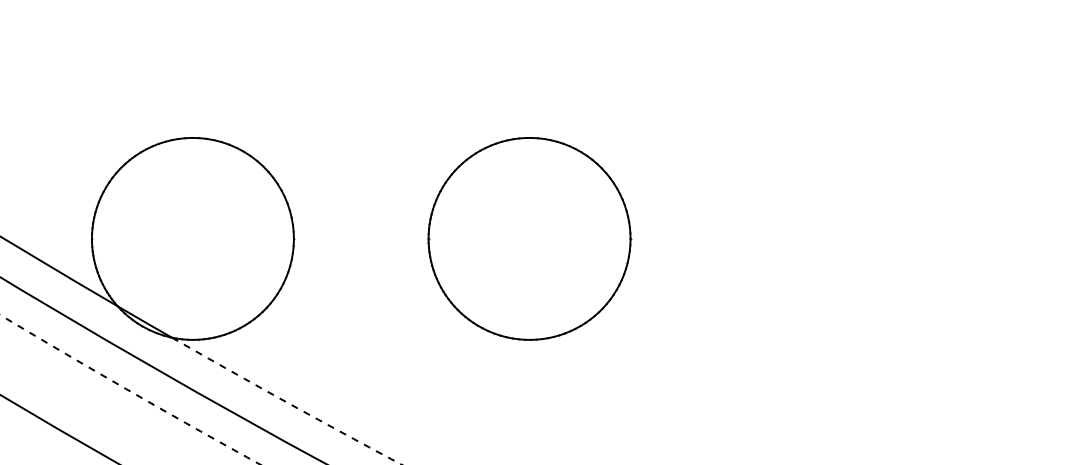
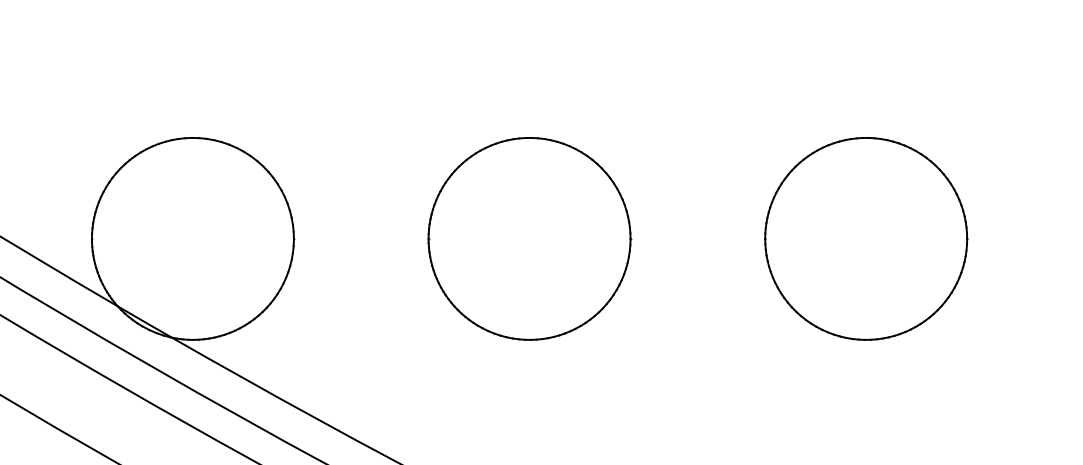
part at (866, 238): none -> present
arc at (129, 391): dashed -> solid
arc at (287, 402): dashed -> solid
